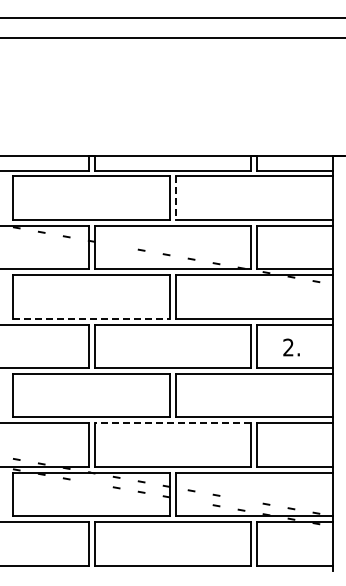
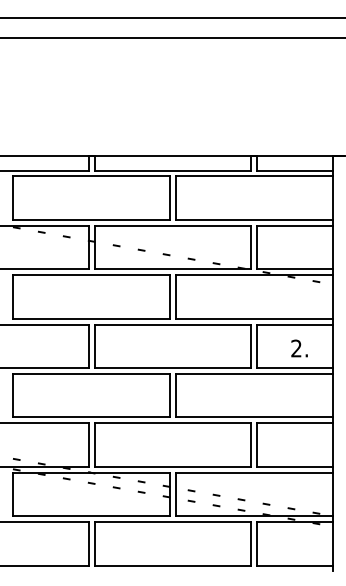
line at (175, 198): dashed -> solid
line at (116, 245): none -> present
line at (92, 318): dashed -> solid
text at (291, 347) position: (291, 347) -> (299, 348)
line at (172, 423): dashed -> solid
line at (91, 482): none -> present
line at (241, 499): none -> present
line at (191, 500): none -> present
